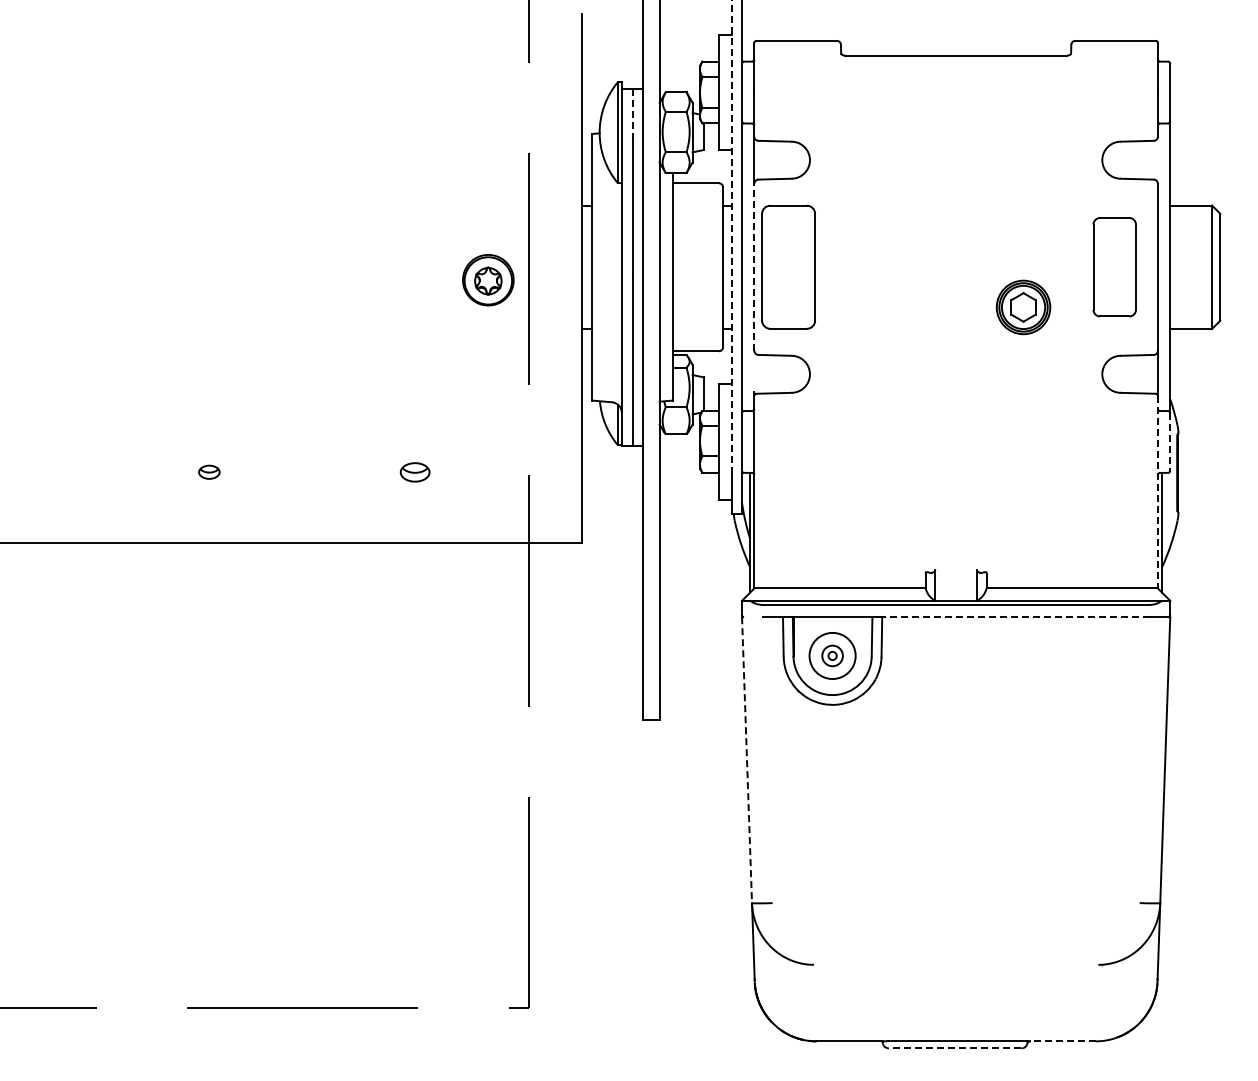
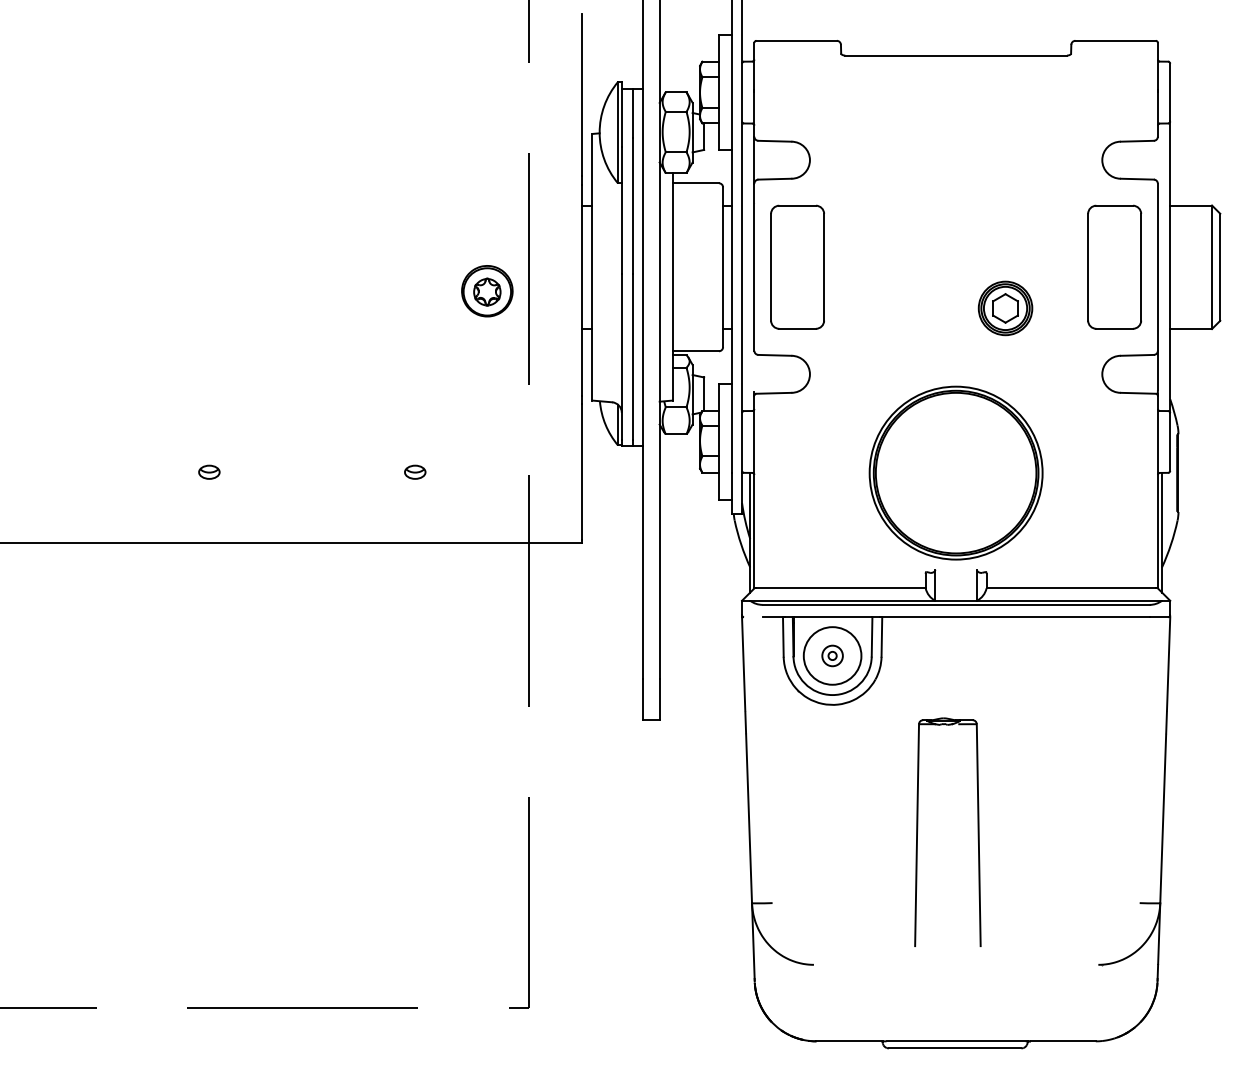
line at (632, 113): dashed -> solid
line at (731, 237): dashed -> solid
part at (788, 266) position: (788, 266) -> (797, 266)
line at (754, 267): dashed -> solid
part at (1114, 267) size: 45x101 px -> 56x126 px
part at (488, 280) position: (488, 280) -> (487, 291)
part at (1023, 307) position: (1023, 307) -> (1005, 308)
line at (1170, 441): dashed -> solid
part at (414, 472) size: 32x21 px -> 23x16 px
part at (955, 472): none -> present
line at (1157, 492): dashed -> solid
line at (1015, 617): dashed -> solid
circle at (832, 655) diameter: 46 px -> 58 px
line at (747, 760): dashed -> solid
part at (918, 830): none -> present
line at (1062, 1041): dashed -> solid
line at (954, 1048): dashed -> solid
